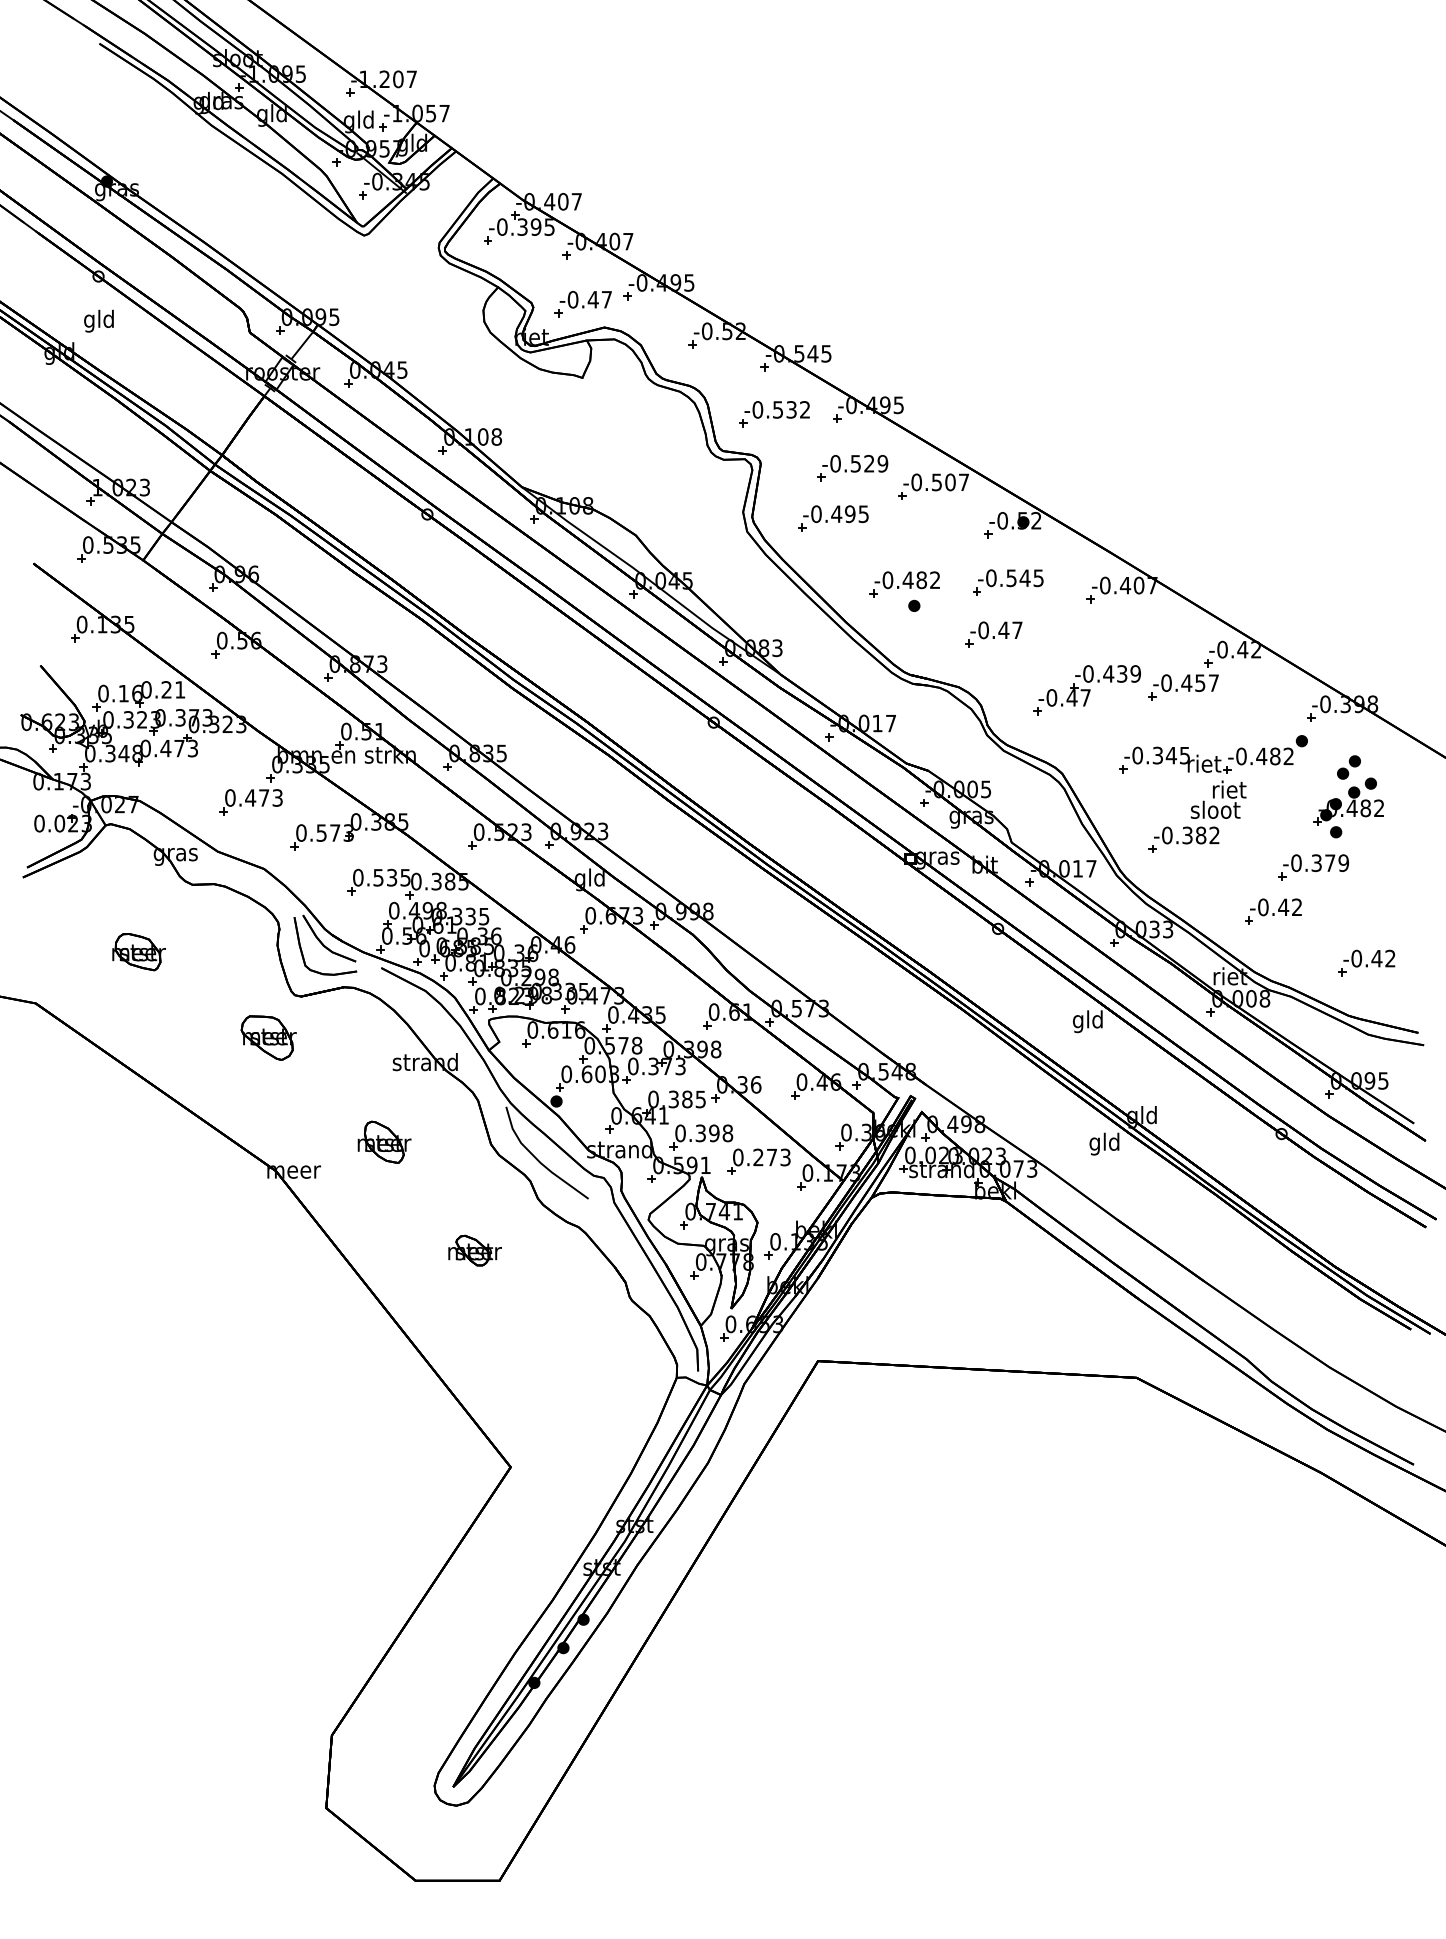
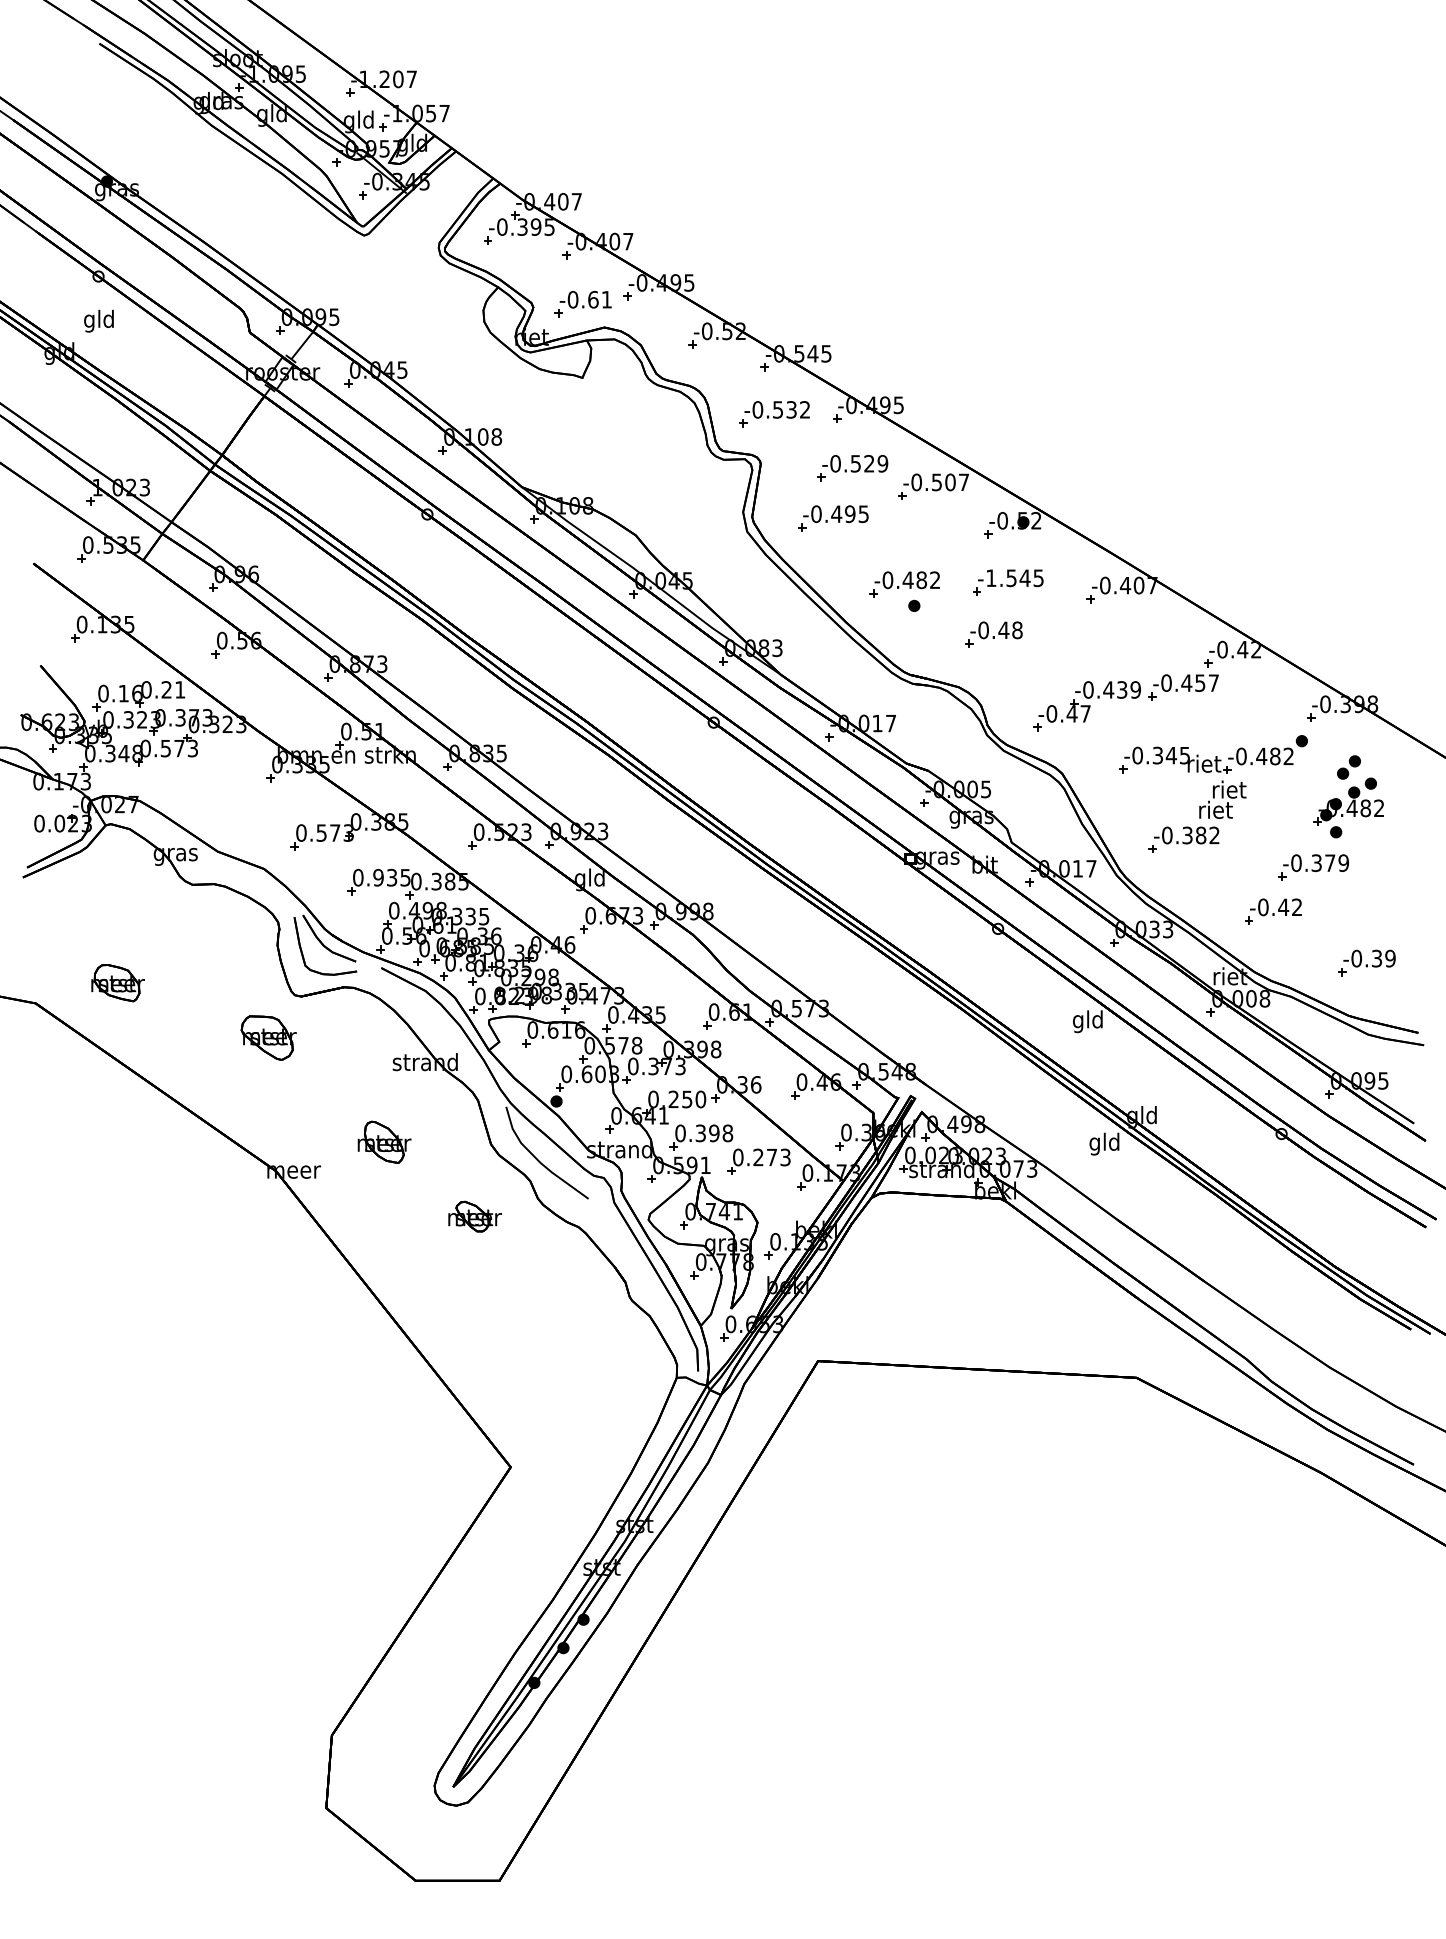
text at (599, 299): -0.47 -> -0.61
text at (991, 578): -0.545 -> -1.545
text at (1017, 630): -0.47 -> -0.48
part at (1086, 690) position: (1086, 690) -> (1086, 706)
text at (165, 748): 0.473 -> 0.573
part at (250, 802): present -> none
text at (1215, 809): sloot -> riet
text at (378, 877): 0.535 -> 0.935
part at (138, 952) position: (138, 952) -> (117, 983)
text at (1383, 958): -0.42 -> -0.39
text at (687, 1099): 0.385 -> 0.250
part at (474, 1250) position: (474, 1250) -> (474, 1216)
